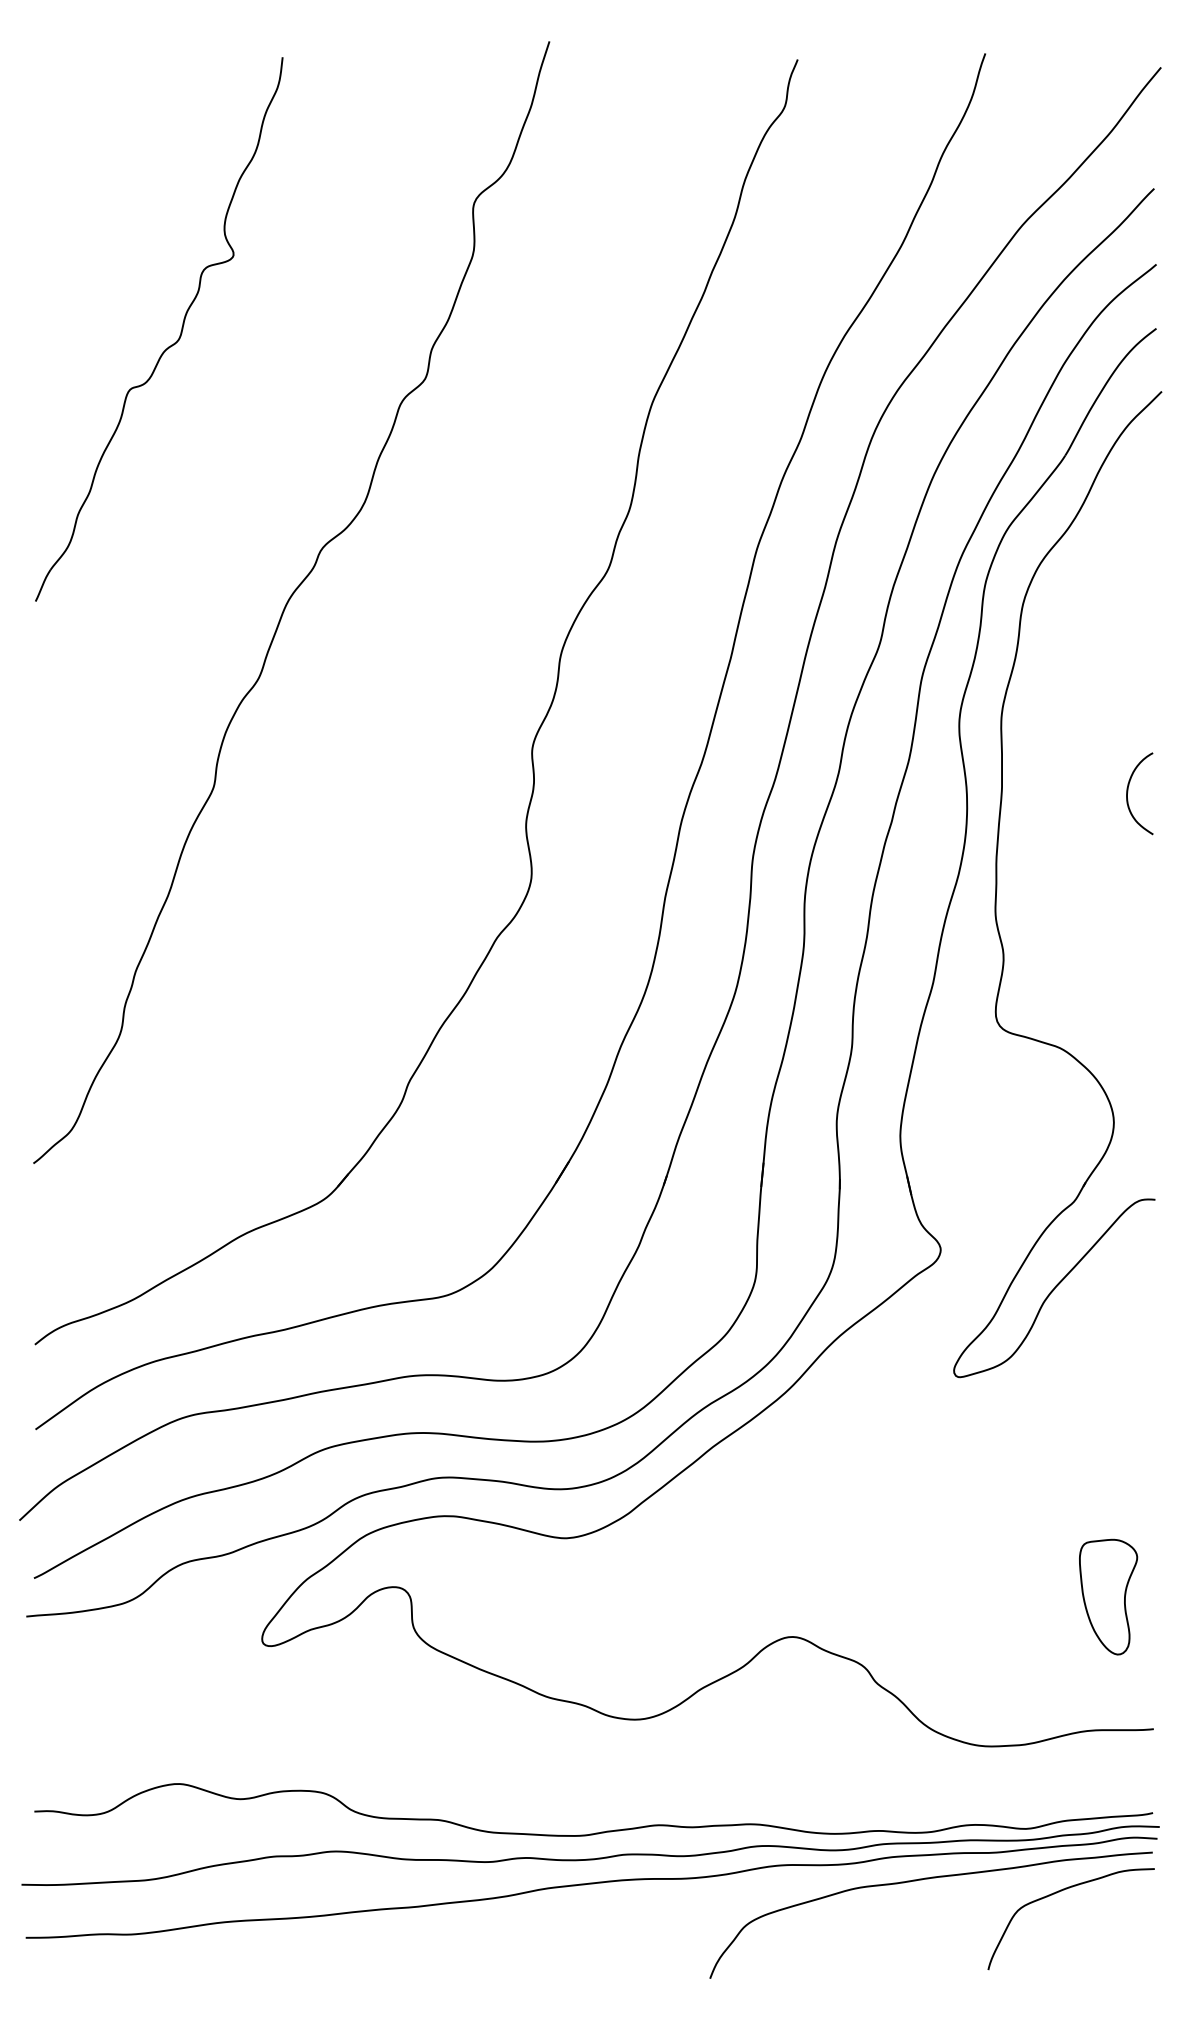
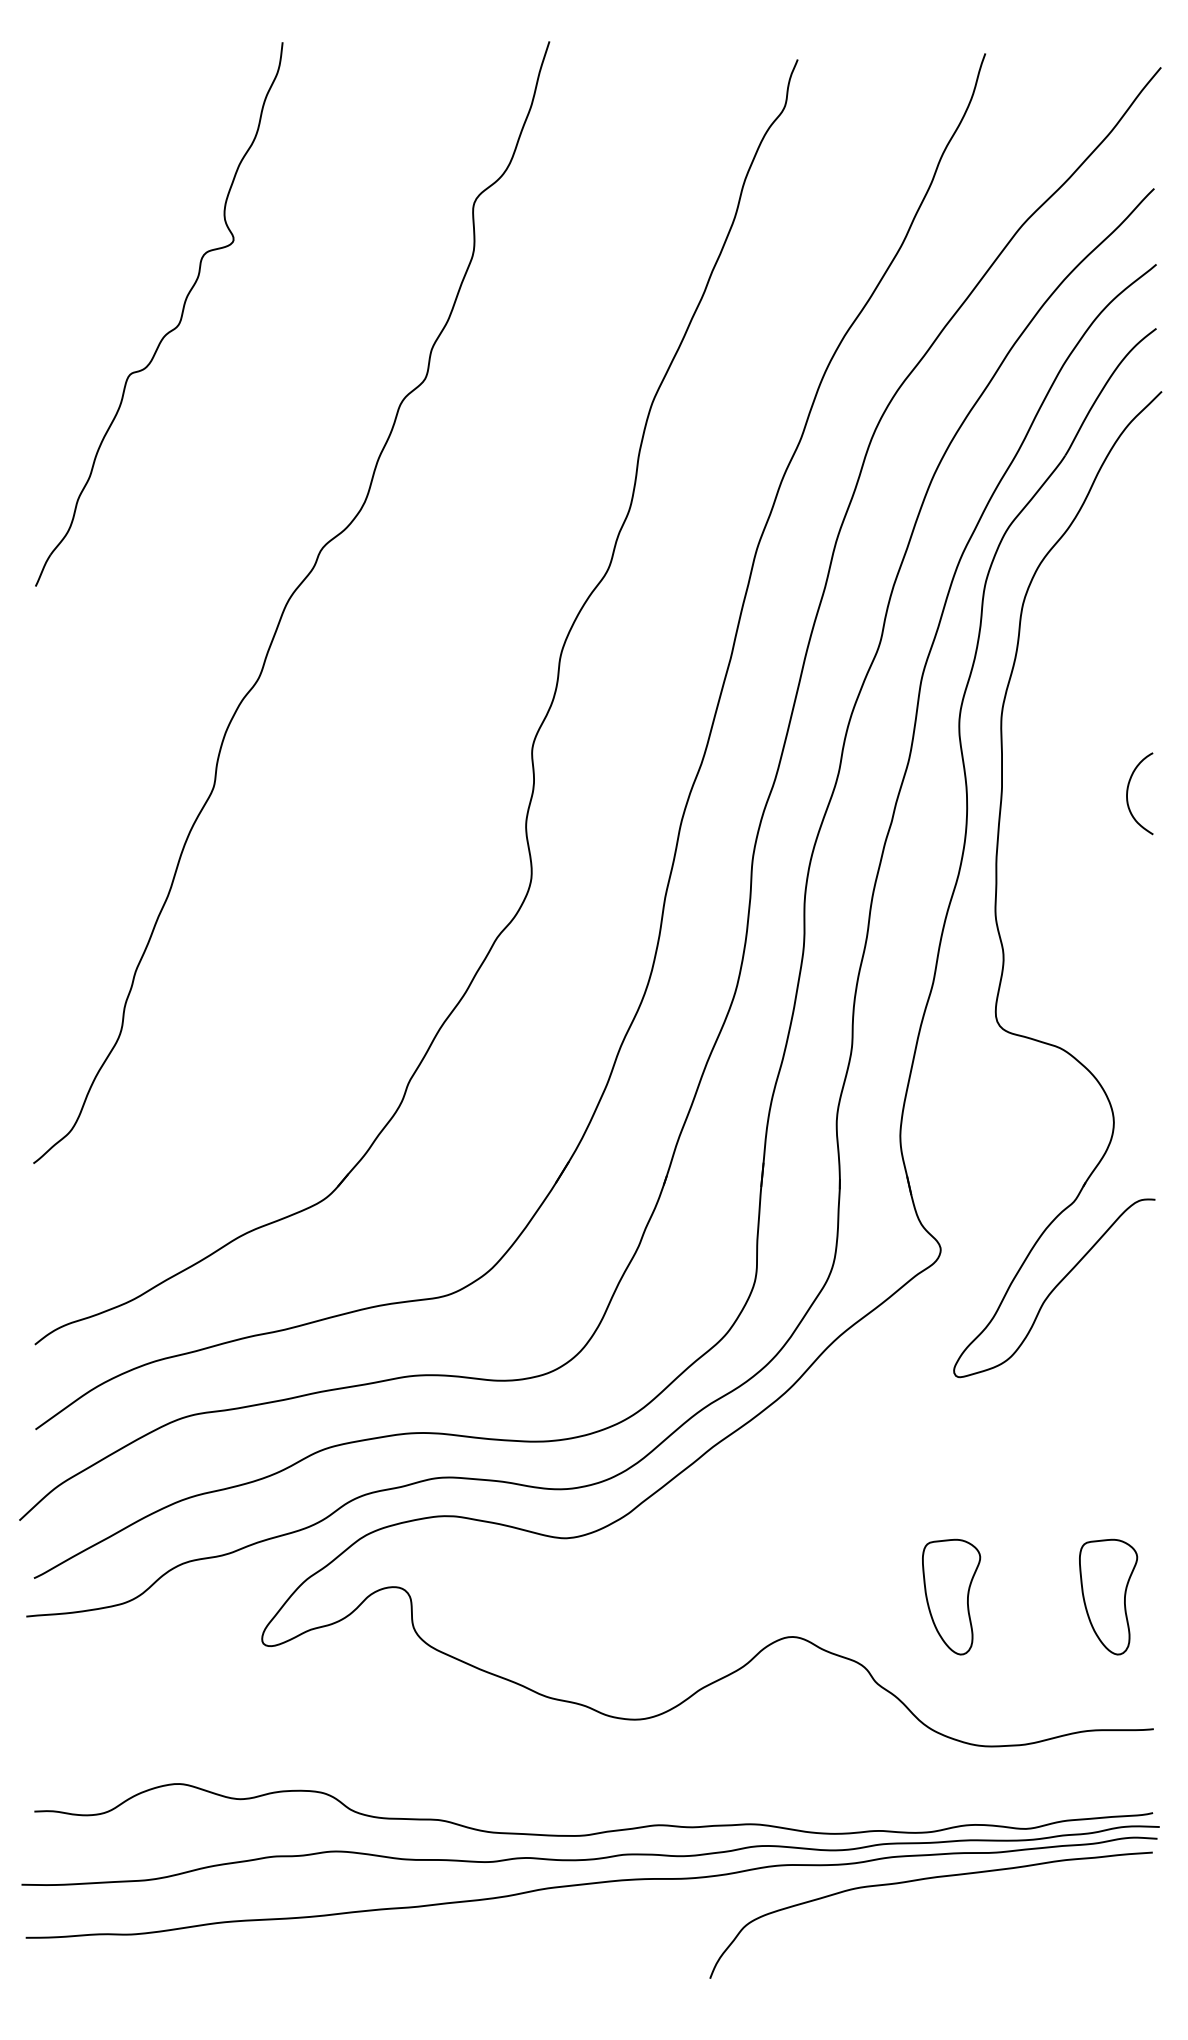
part at (171, 344) position: (171, 344) -> (171, 329)
part at (951, 1596): none -> present
curve at (1059, 1892): present -> none
